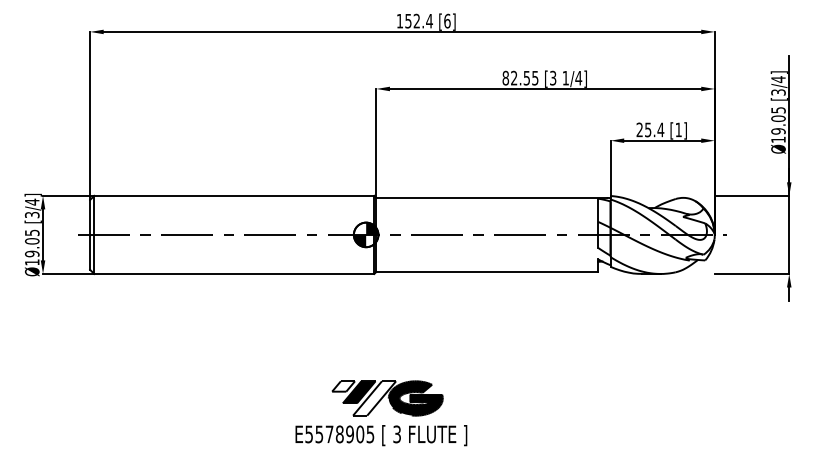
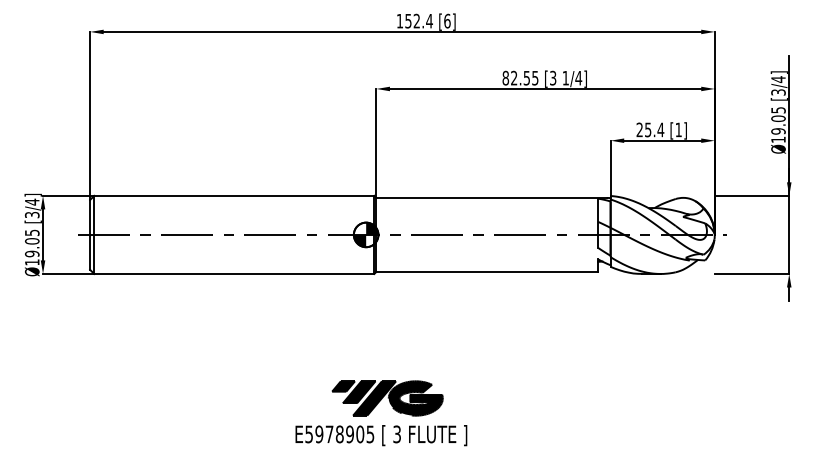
fill at (343, 386): none -> present
fill at (374, 398): none -> present
text at (319, 433): E5578905 -> E5978905
